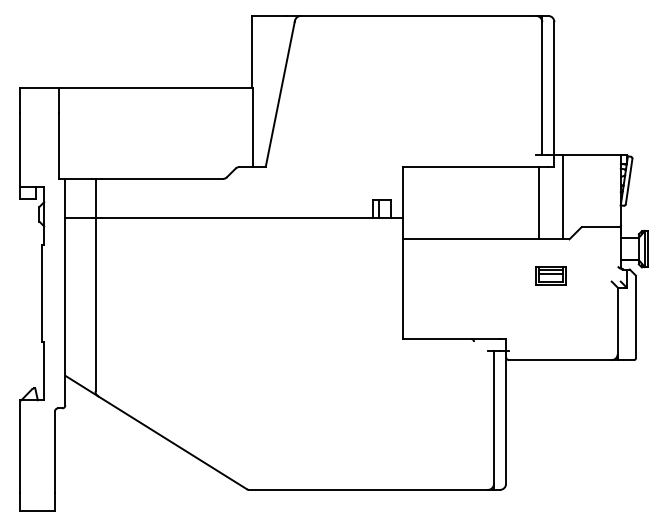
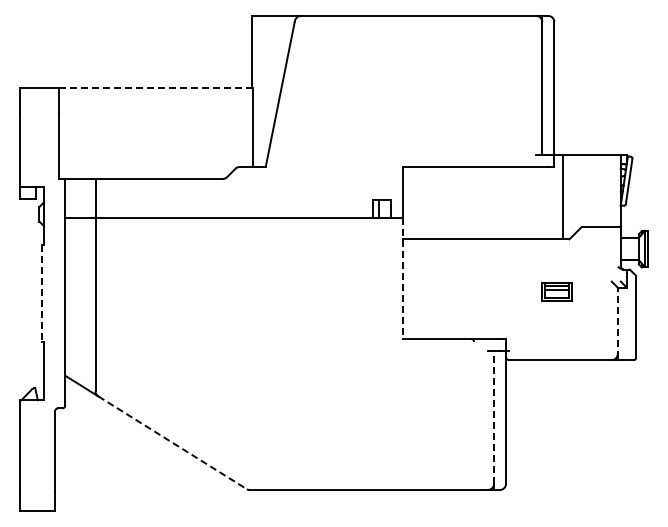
line at (156, 88): solid -> dashed
line at (539, 202): present -> none
part at (550, 275) position: (550, 275) -> (556, 291)
line at (403, 279): solid -> dashed
line at (42, 294): solid -> dashed
line at (617, 322): solid -> dashed
line at (493, 416): solid -> dashed
line at (172, 442): solid -> dashed
